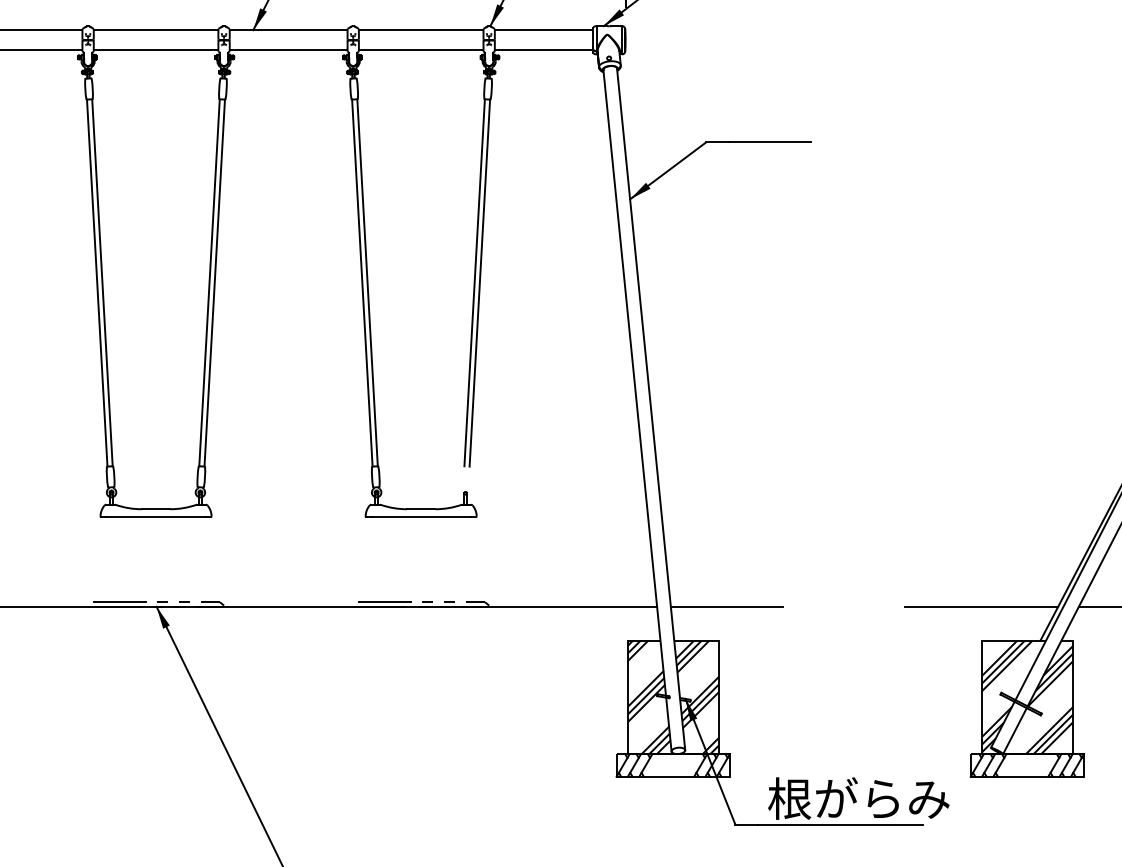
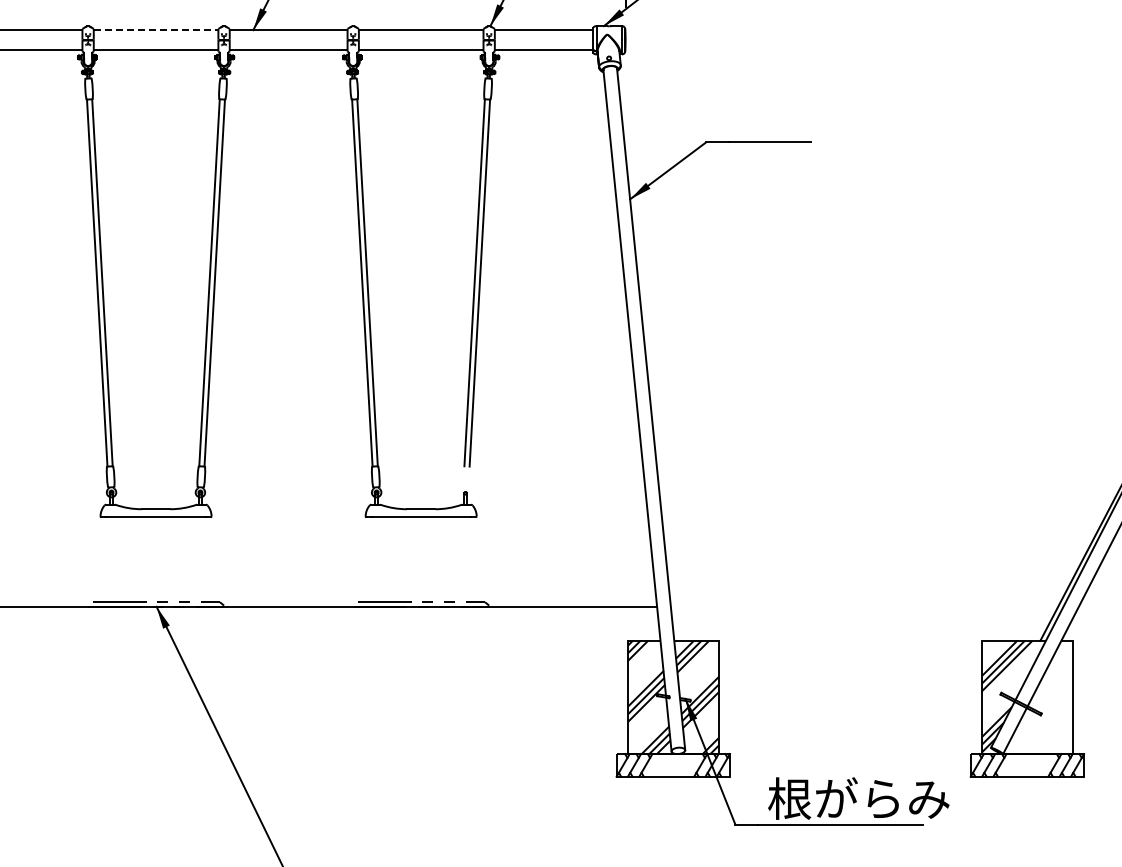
line at (156, 30): solid -> dashed
line at (726, 606): present -> none
line at (981, 606): present -> none
line at (1098, 606): present -> none
hatch at (1049, 700): present -> none
